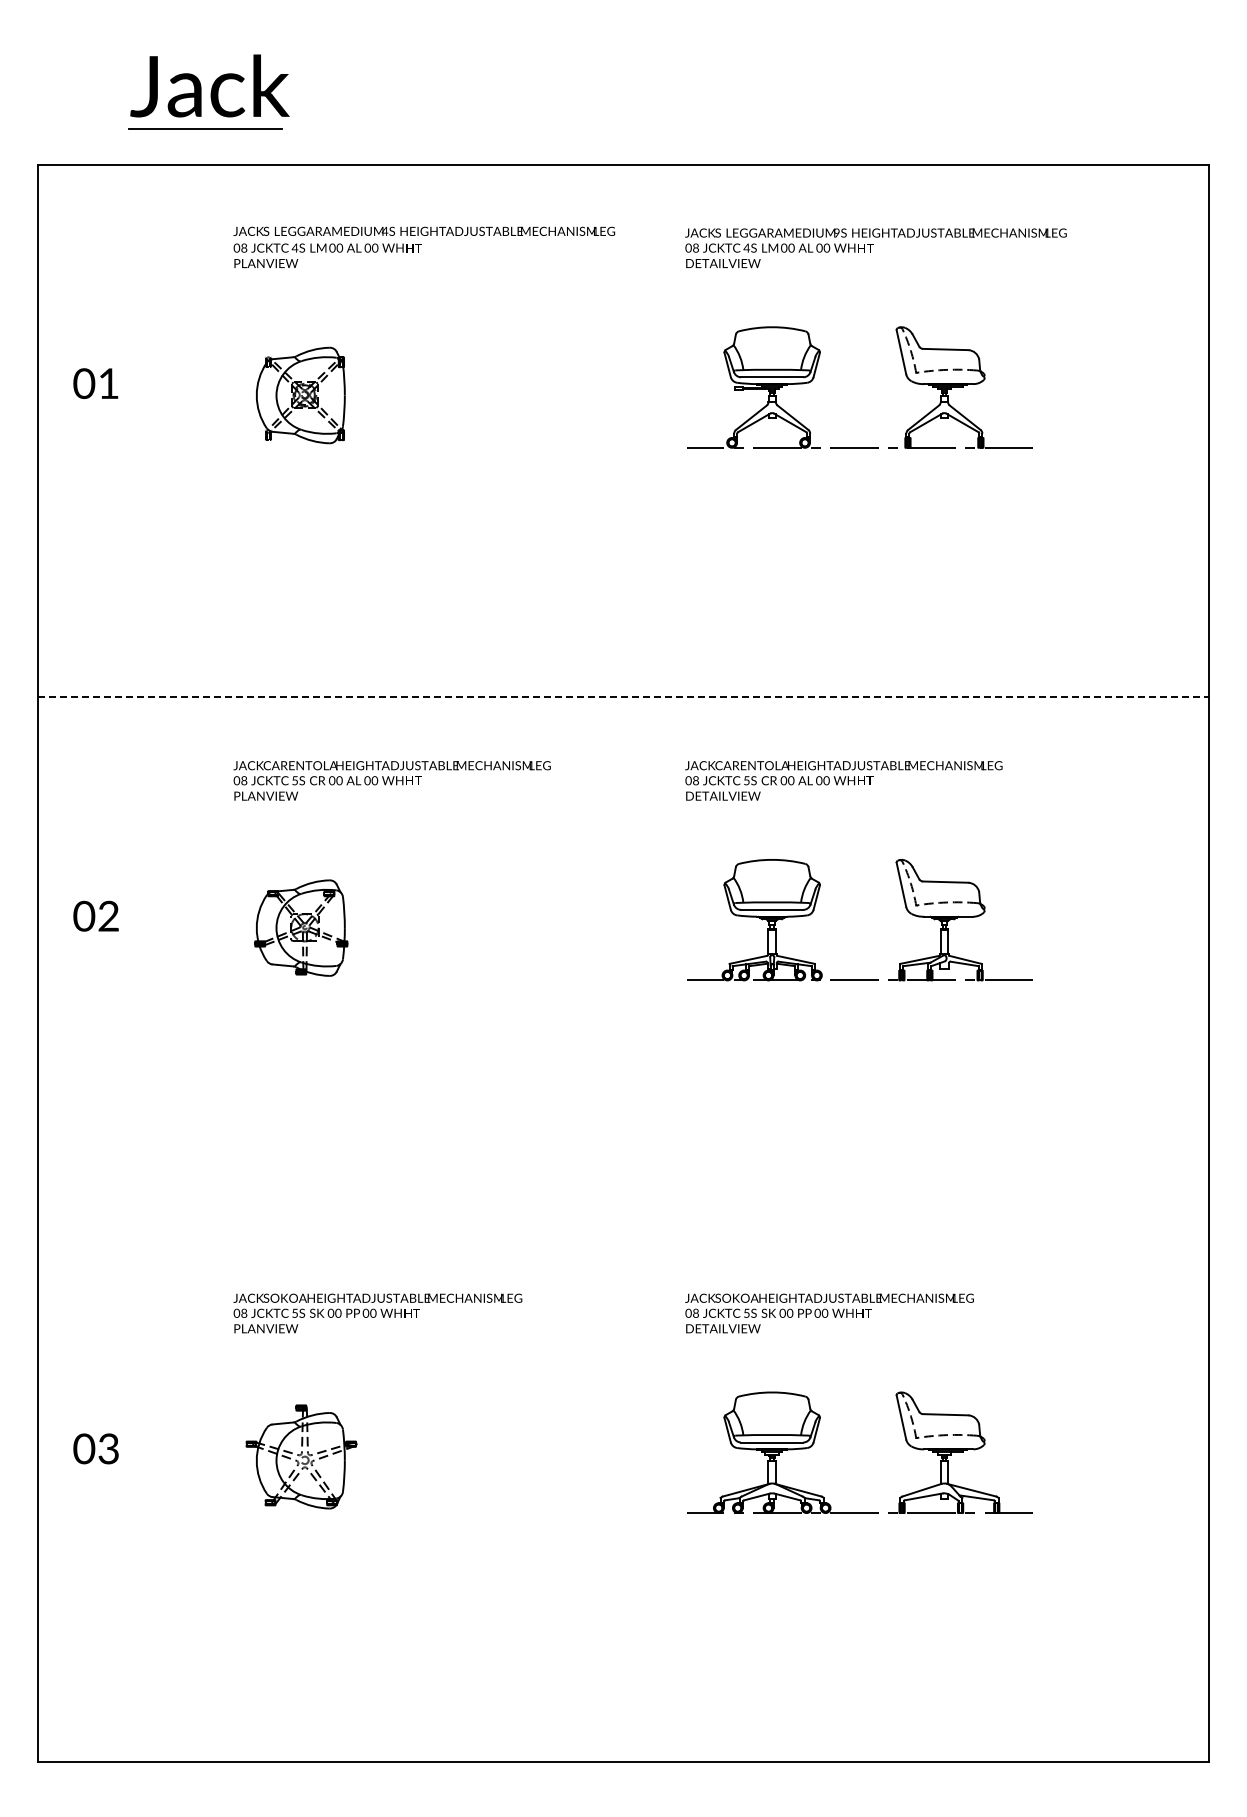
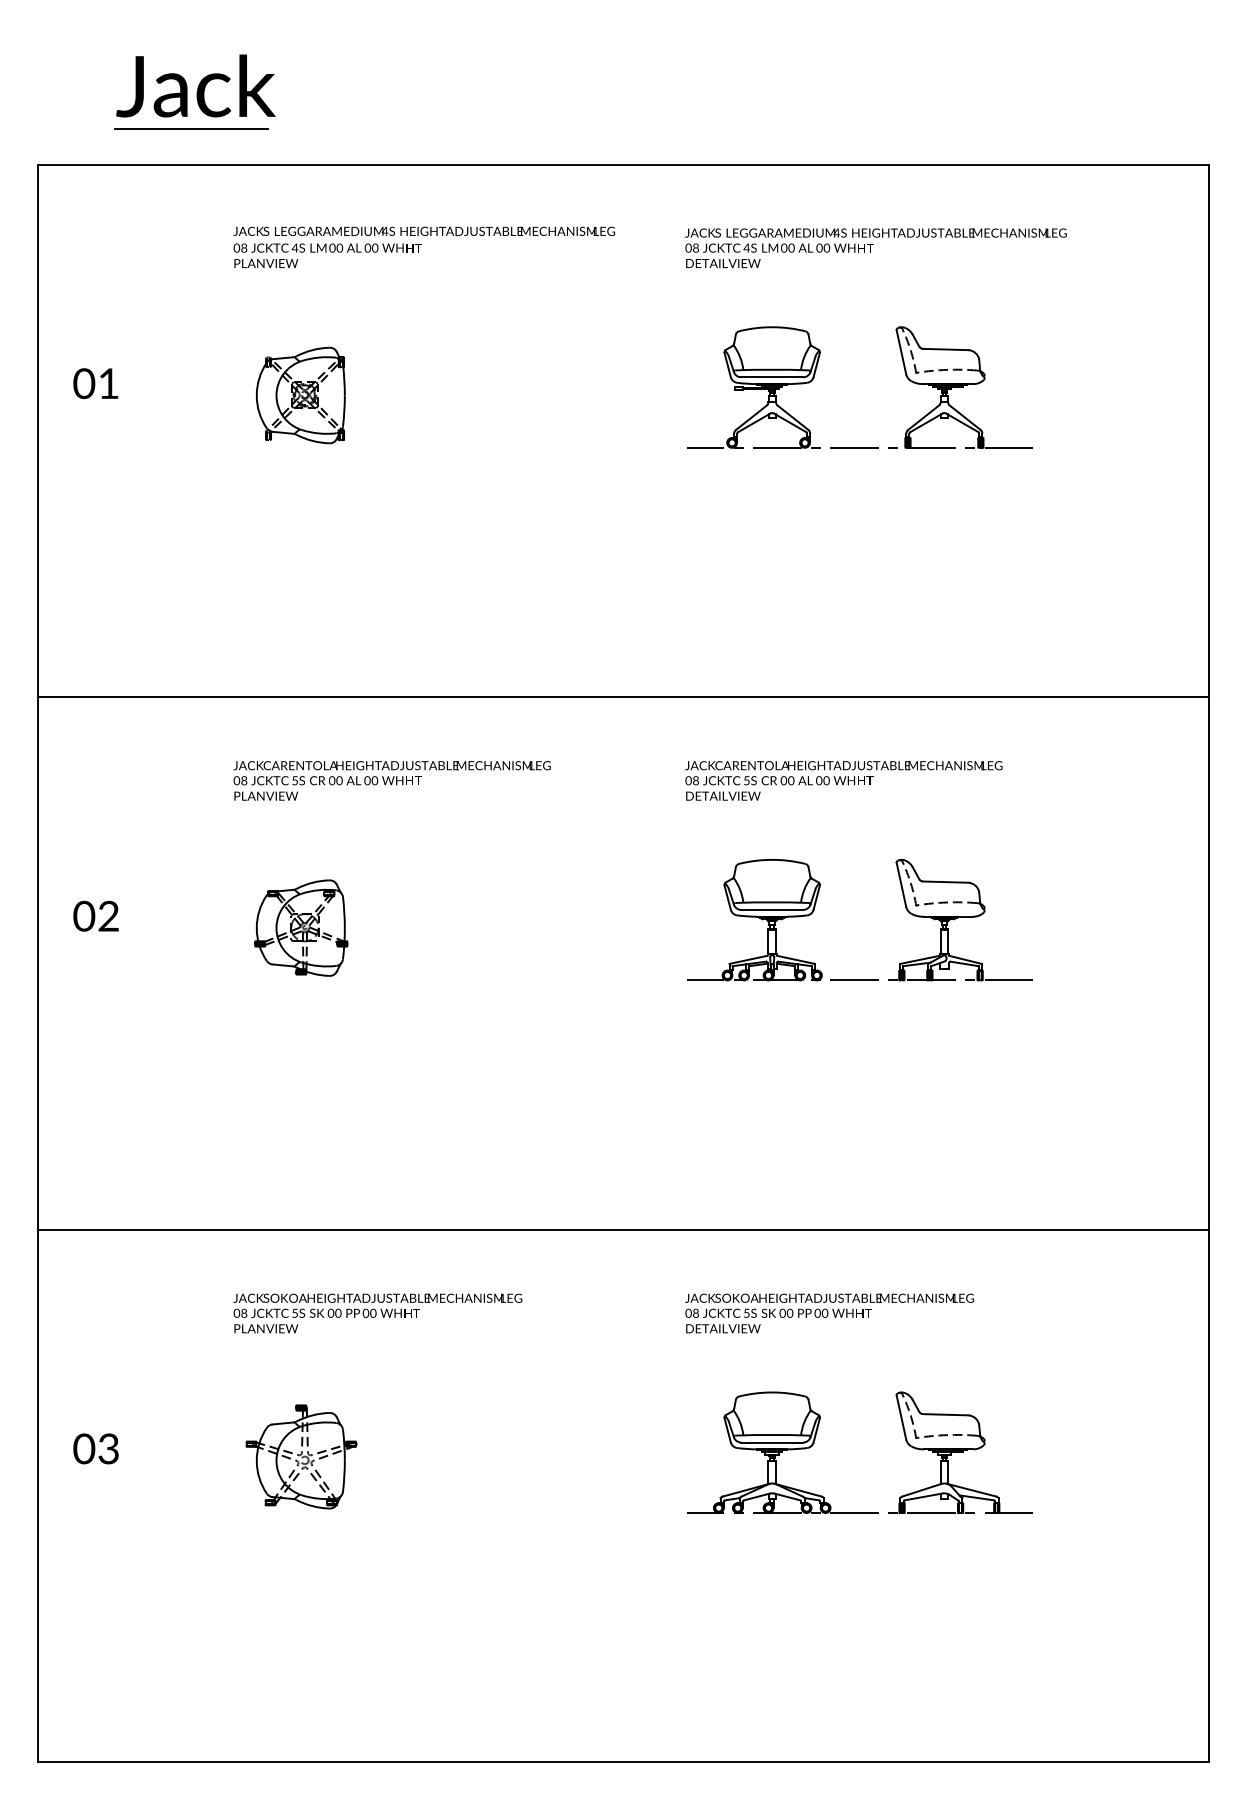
part at (208, 91) position: (208, 91) -> (194, 91)
text at (836, 232): 9S -> 4S
line at (623, 697): dashed -> solid
line at (623, 1229): none -> present
